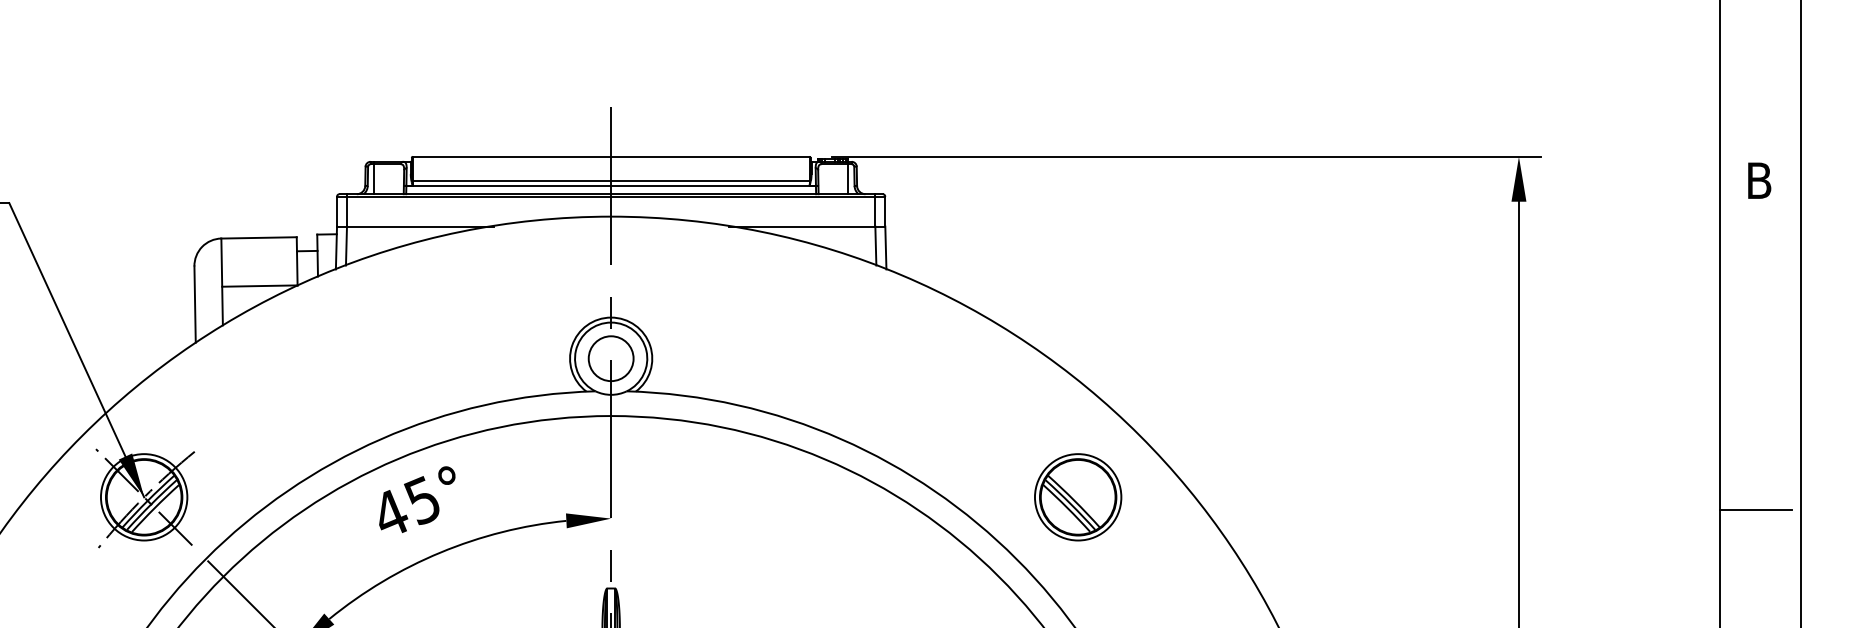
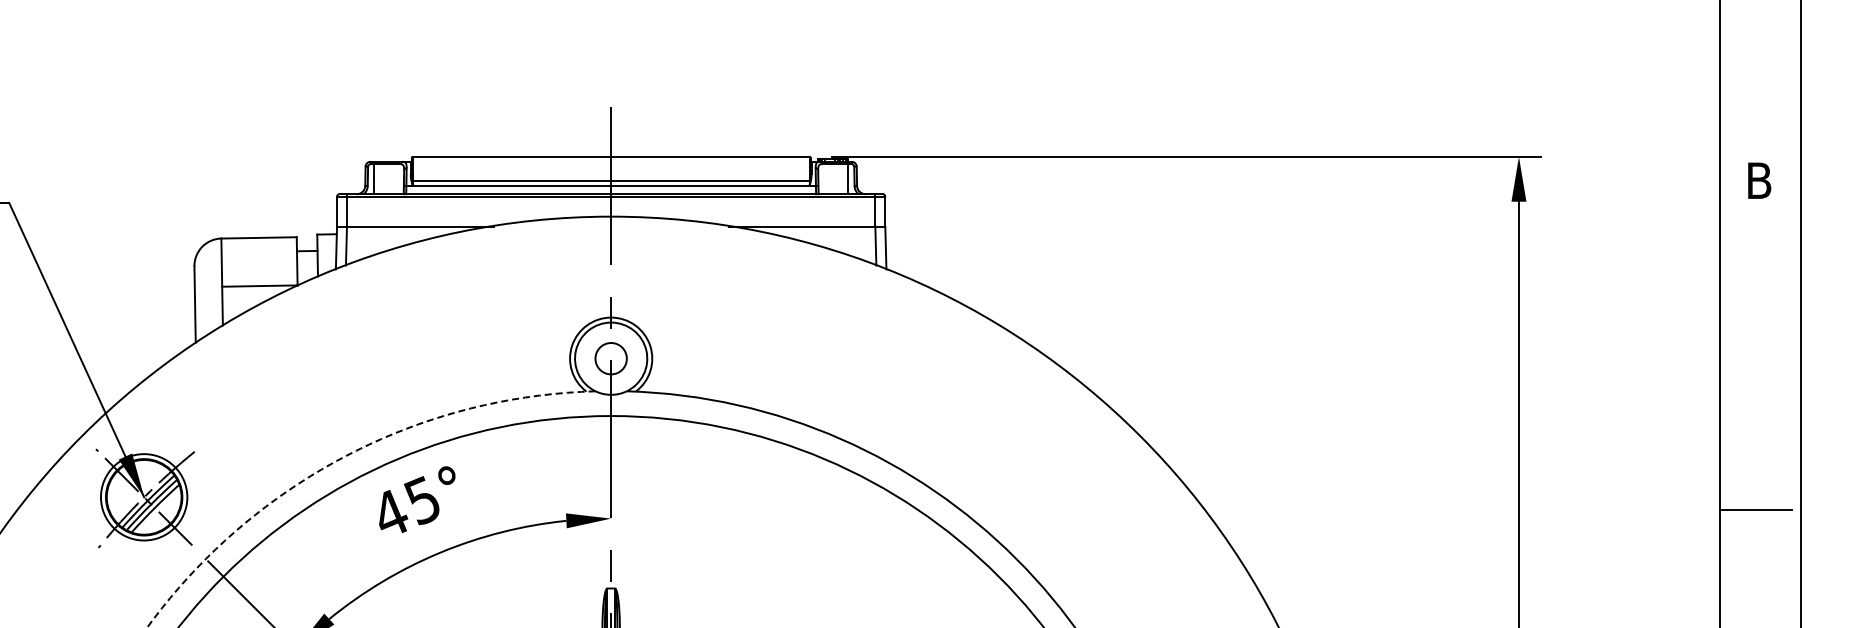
circle at (610, 358) diameter: 45 px -> 31 px
arc at (341, 458): solid -> dashed
part at (1078, 497): present -> none
